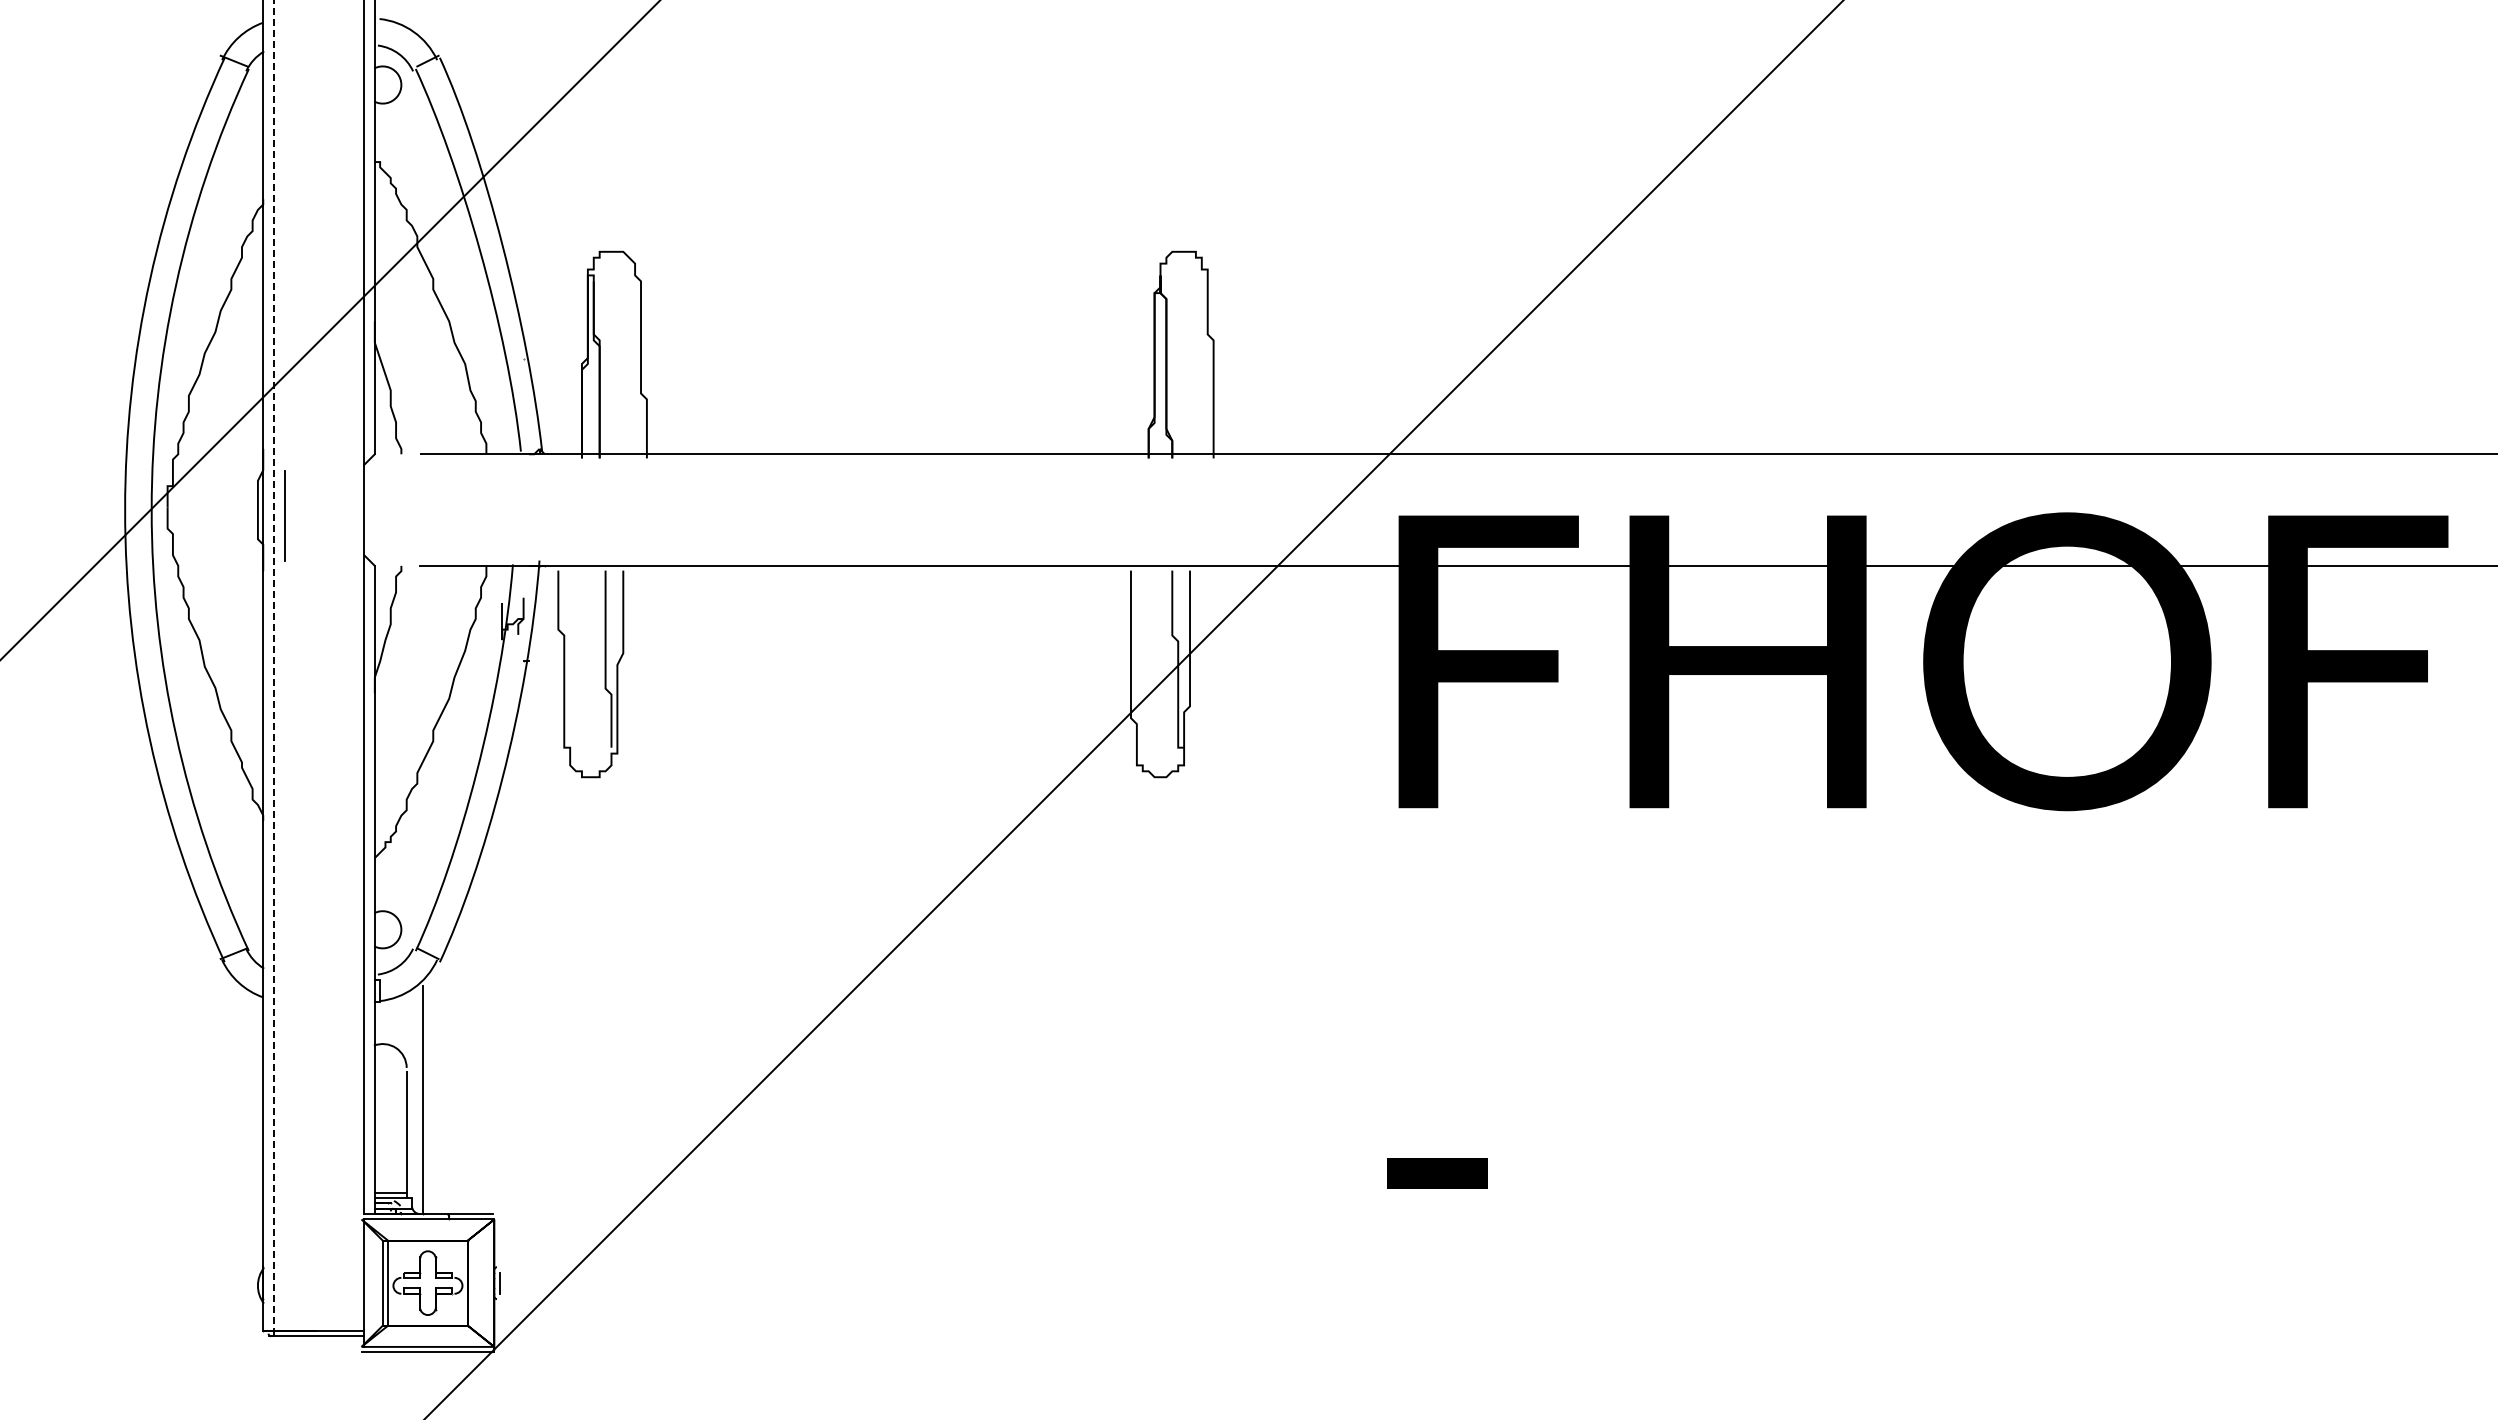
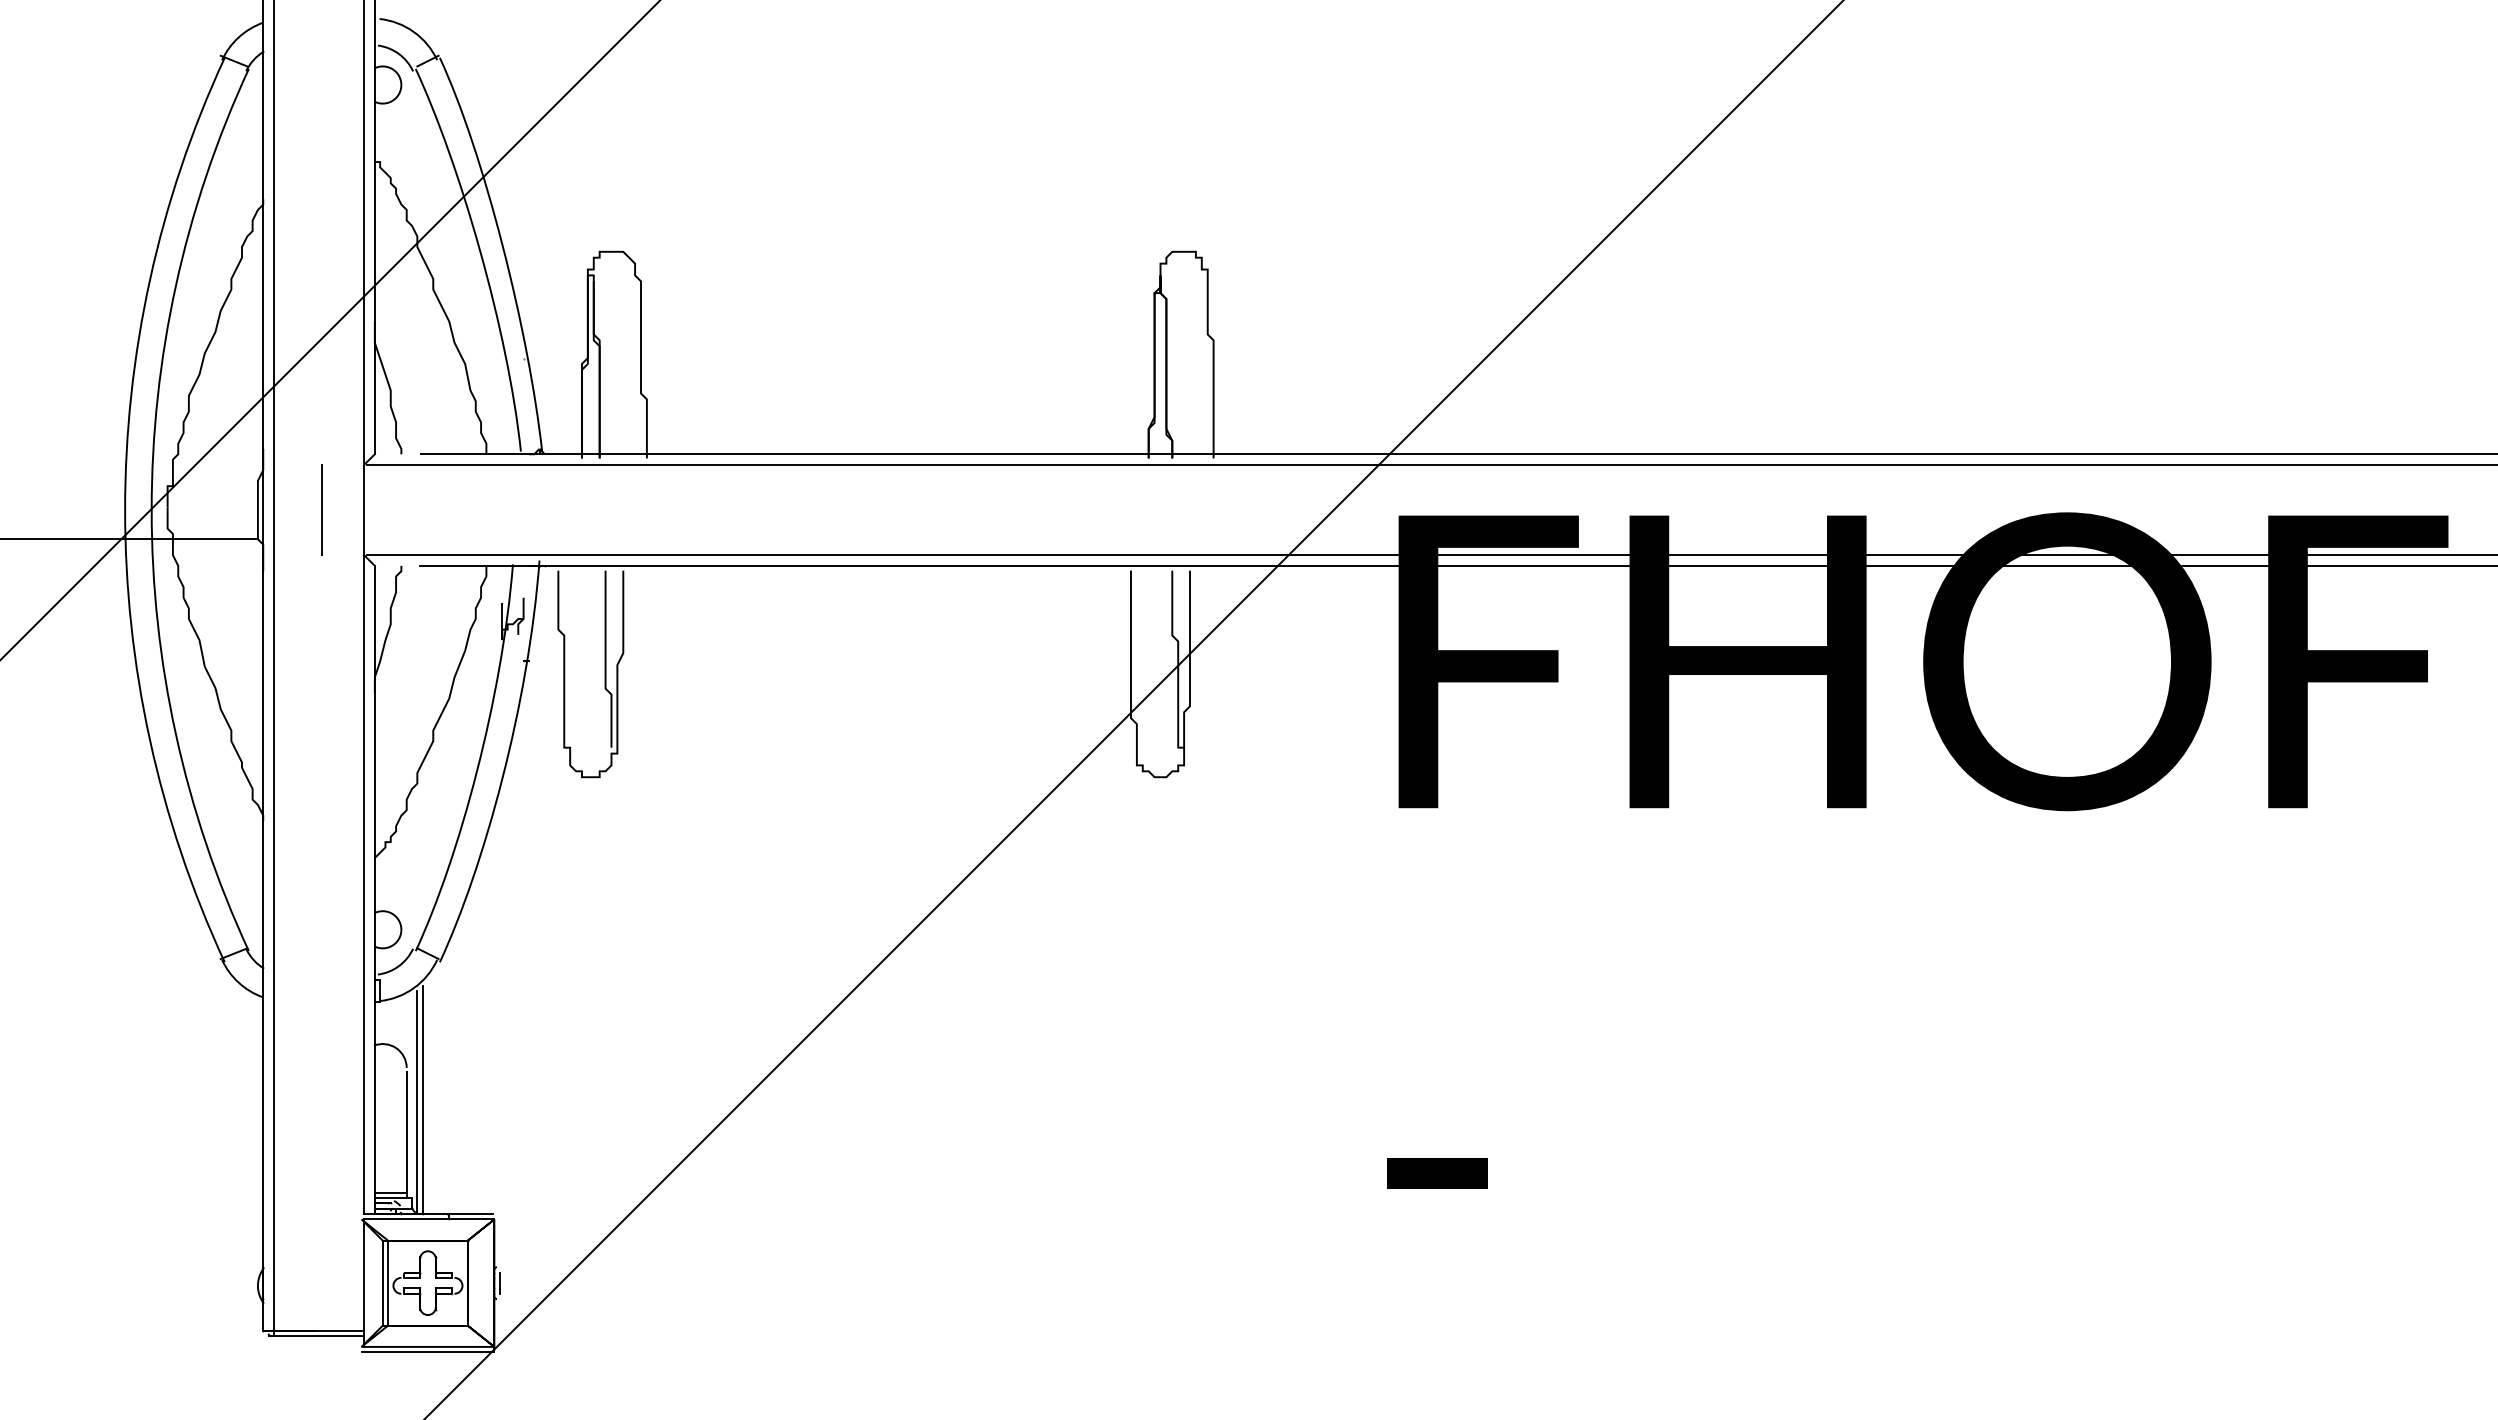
line at (1430, 464): none -> present
line at (284, 515) position: (284, 515) -> (321, 509)
line at (129, 539): none -> present
line at (1430, 555): none -> present
line at (273, 666): dashed -> solid
line at (417, 1102): none -> present
